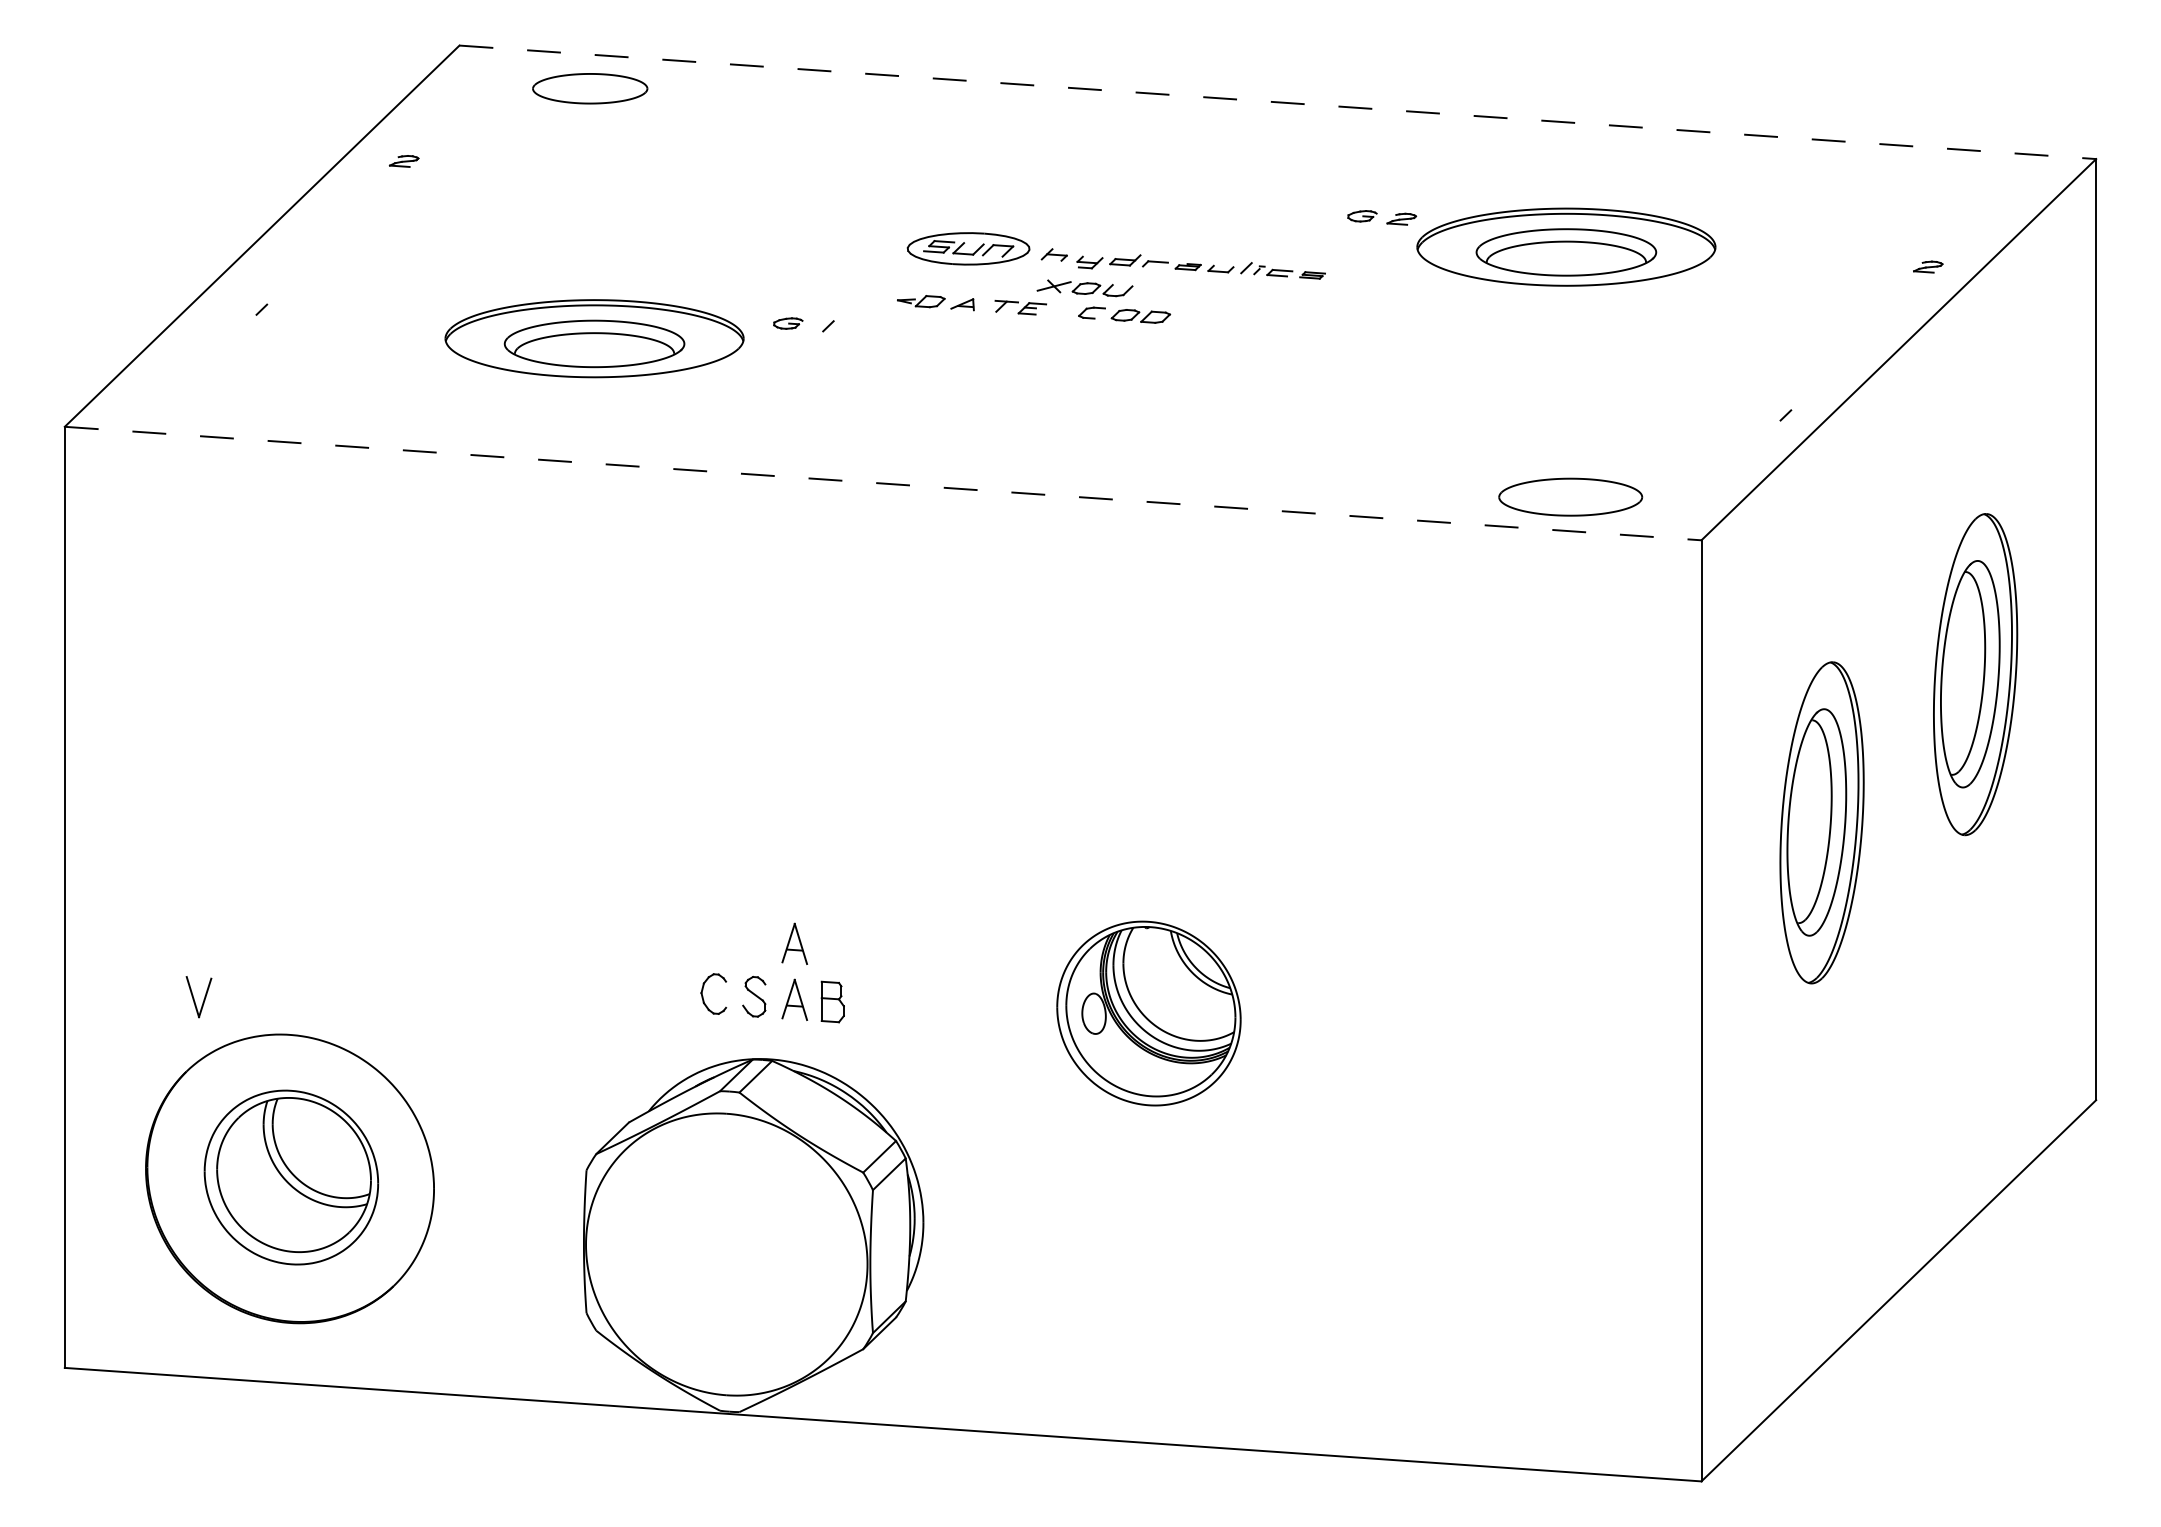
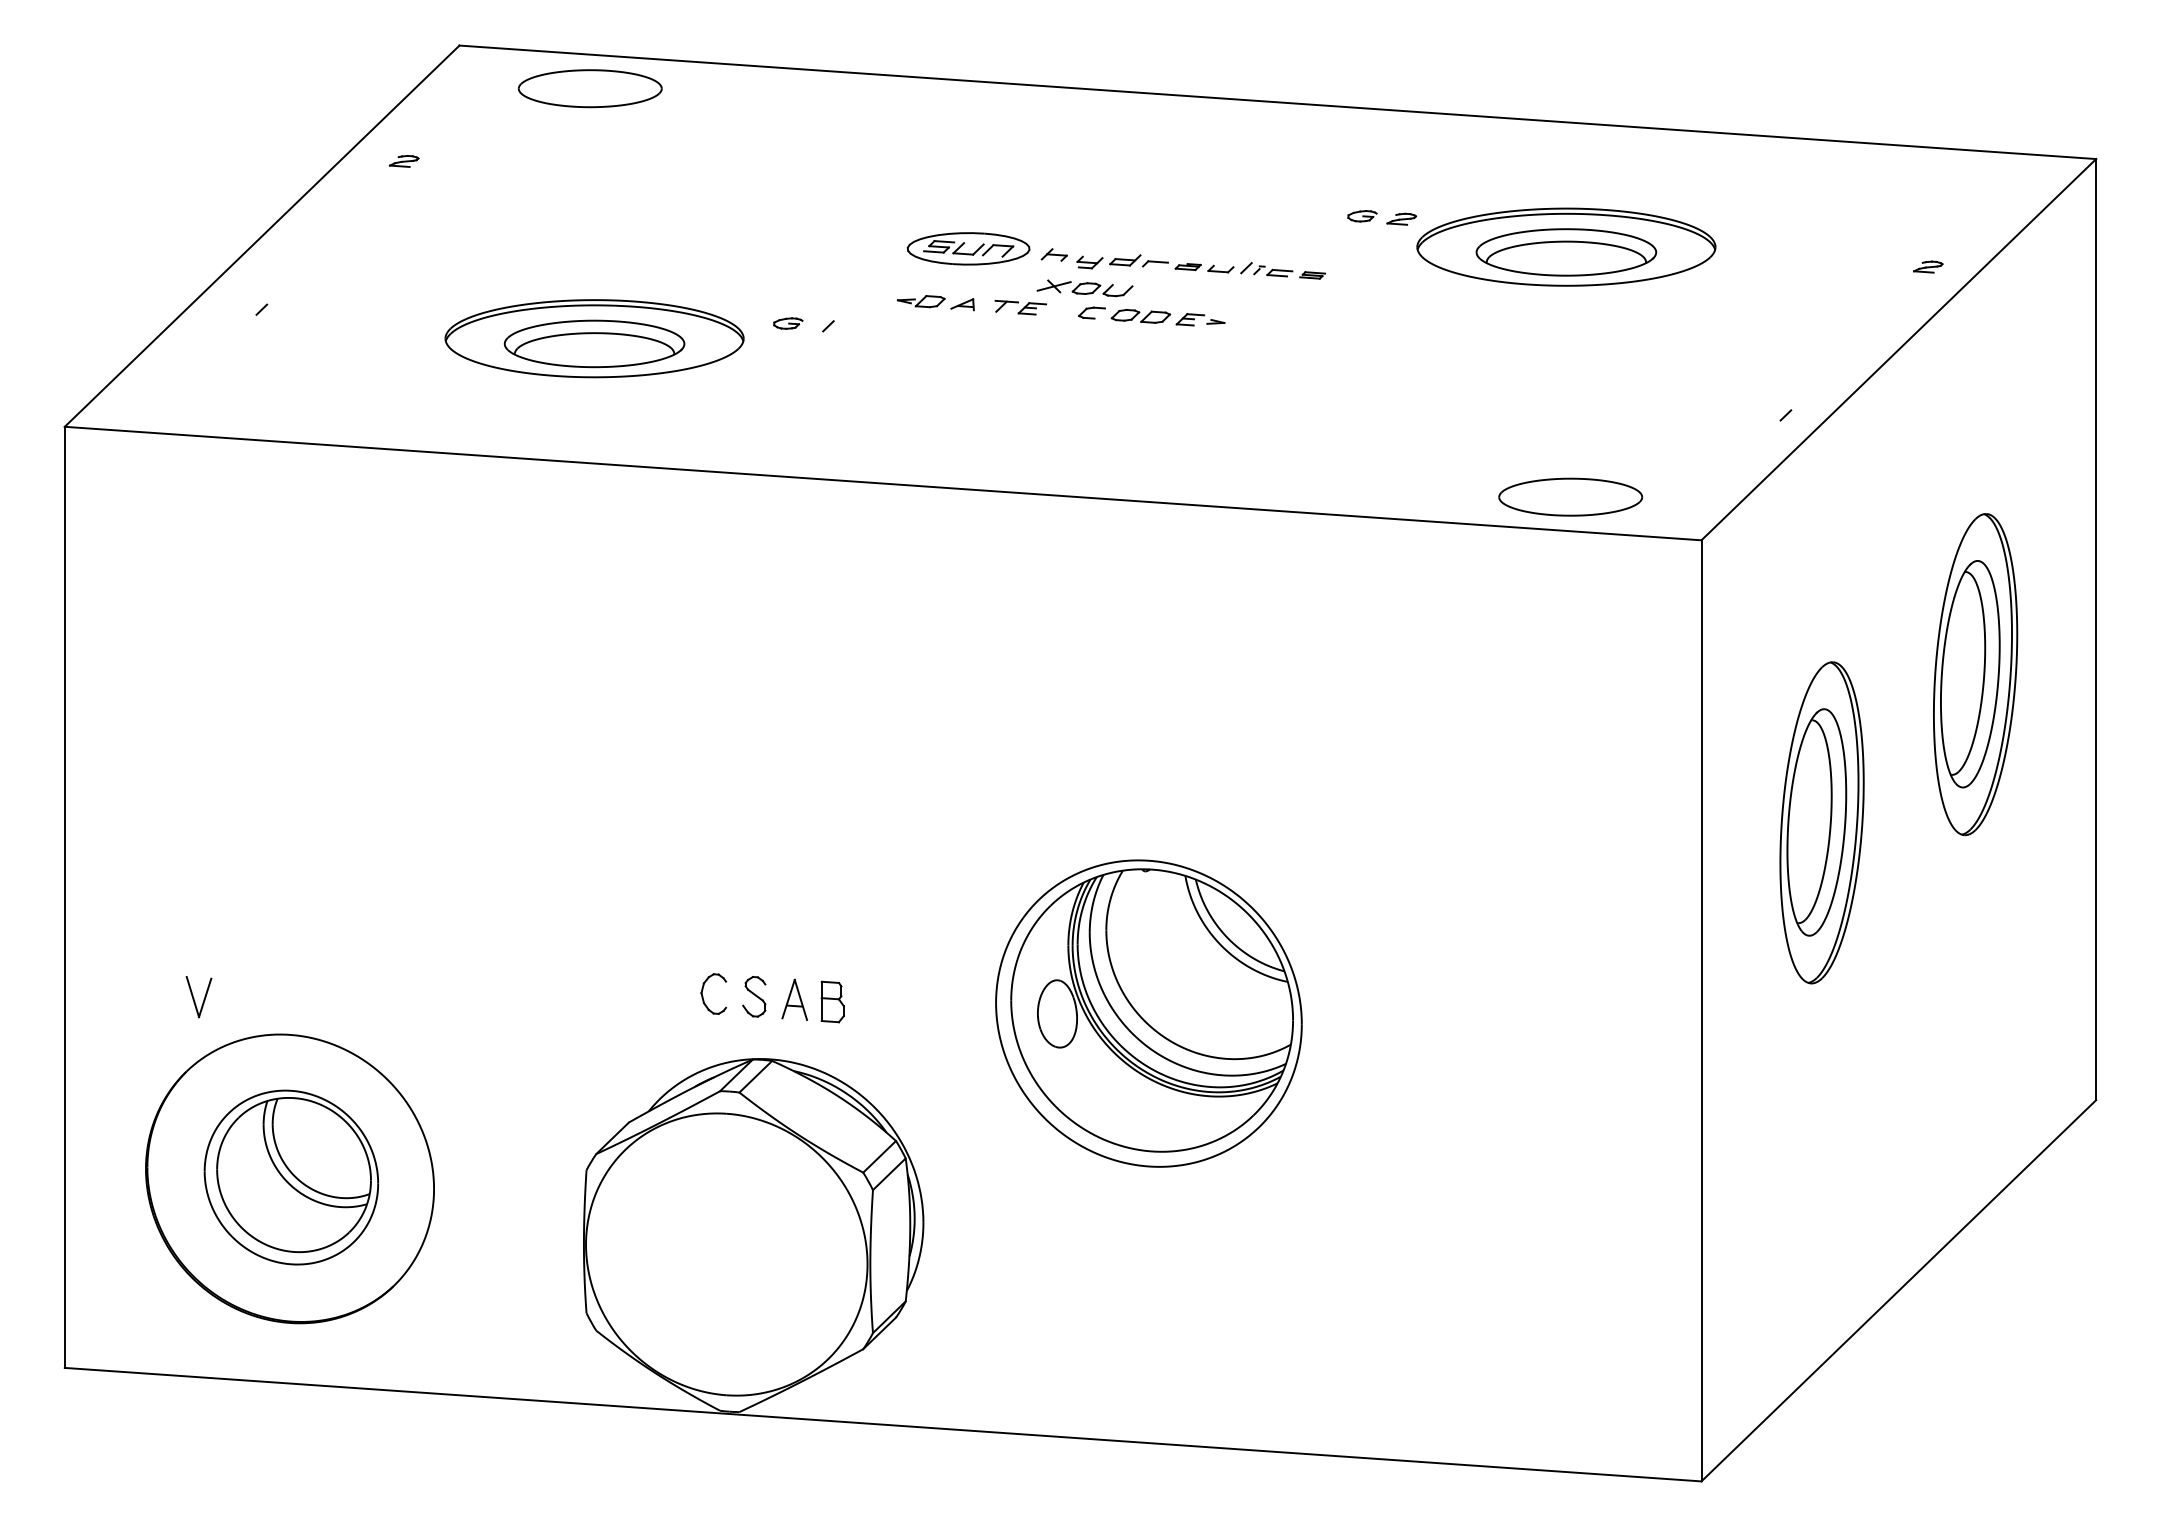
part at (590, 88) size: 117x32 px -> 146x40 px
line at (1278, 102): dashed -> solid
part at (1200, 319): none -> present
line at (883, 483): dashed -> solid
part at (794, 943): present -> none
part at (1148, 1013) size: 186x187 px -> 308x309 px
